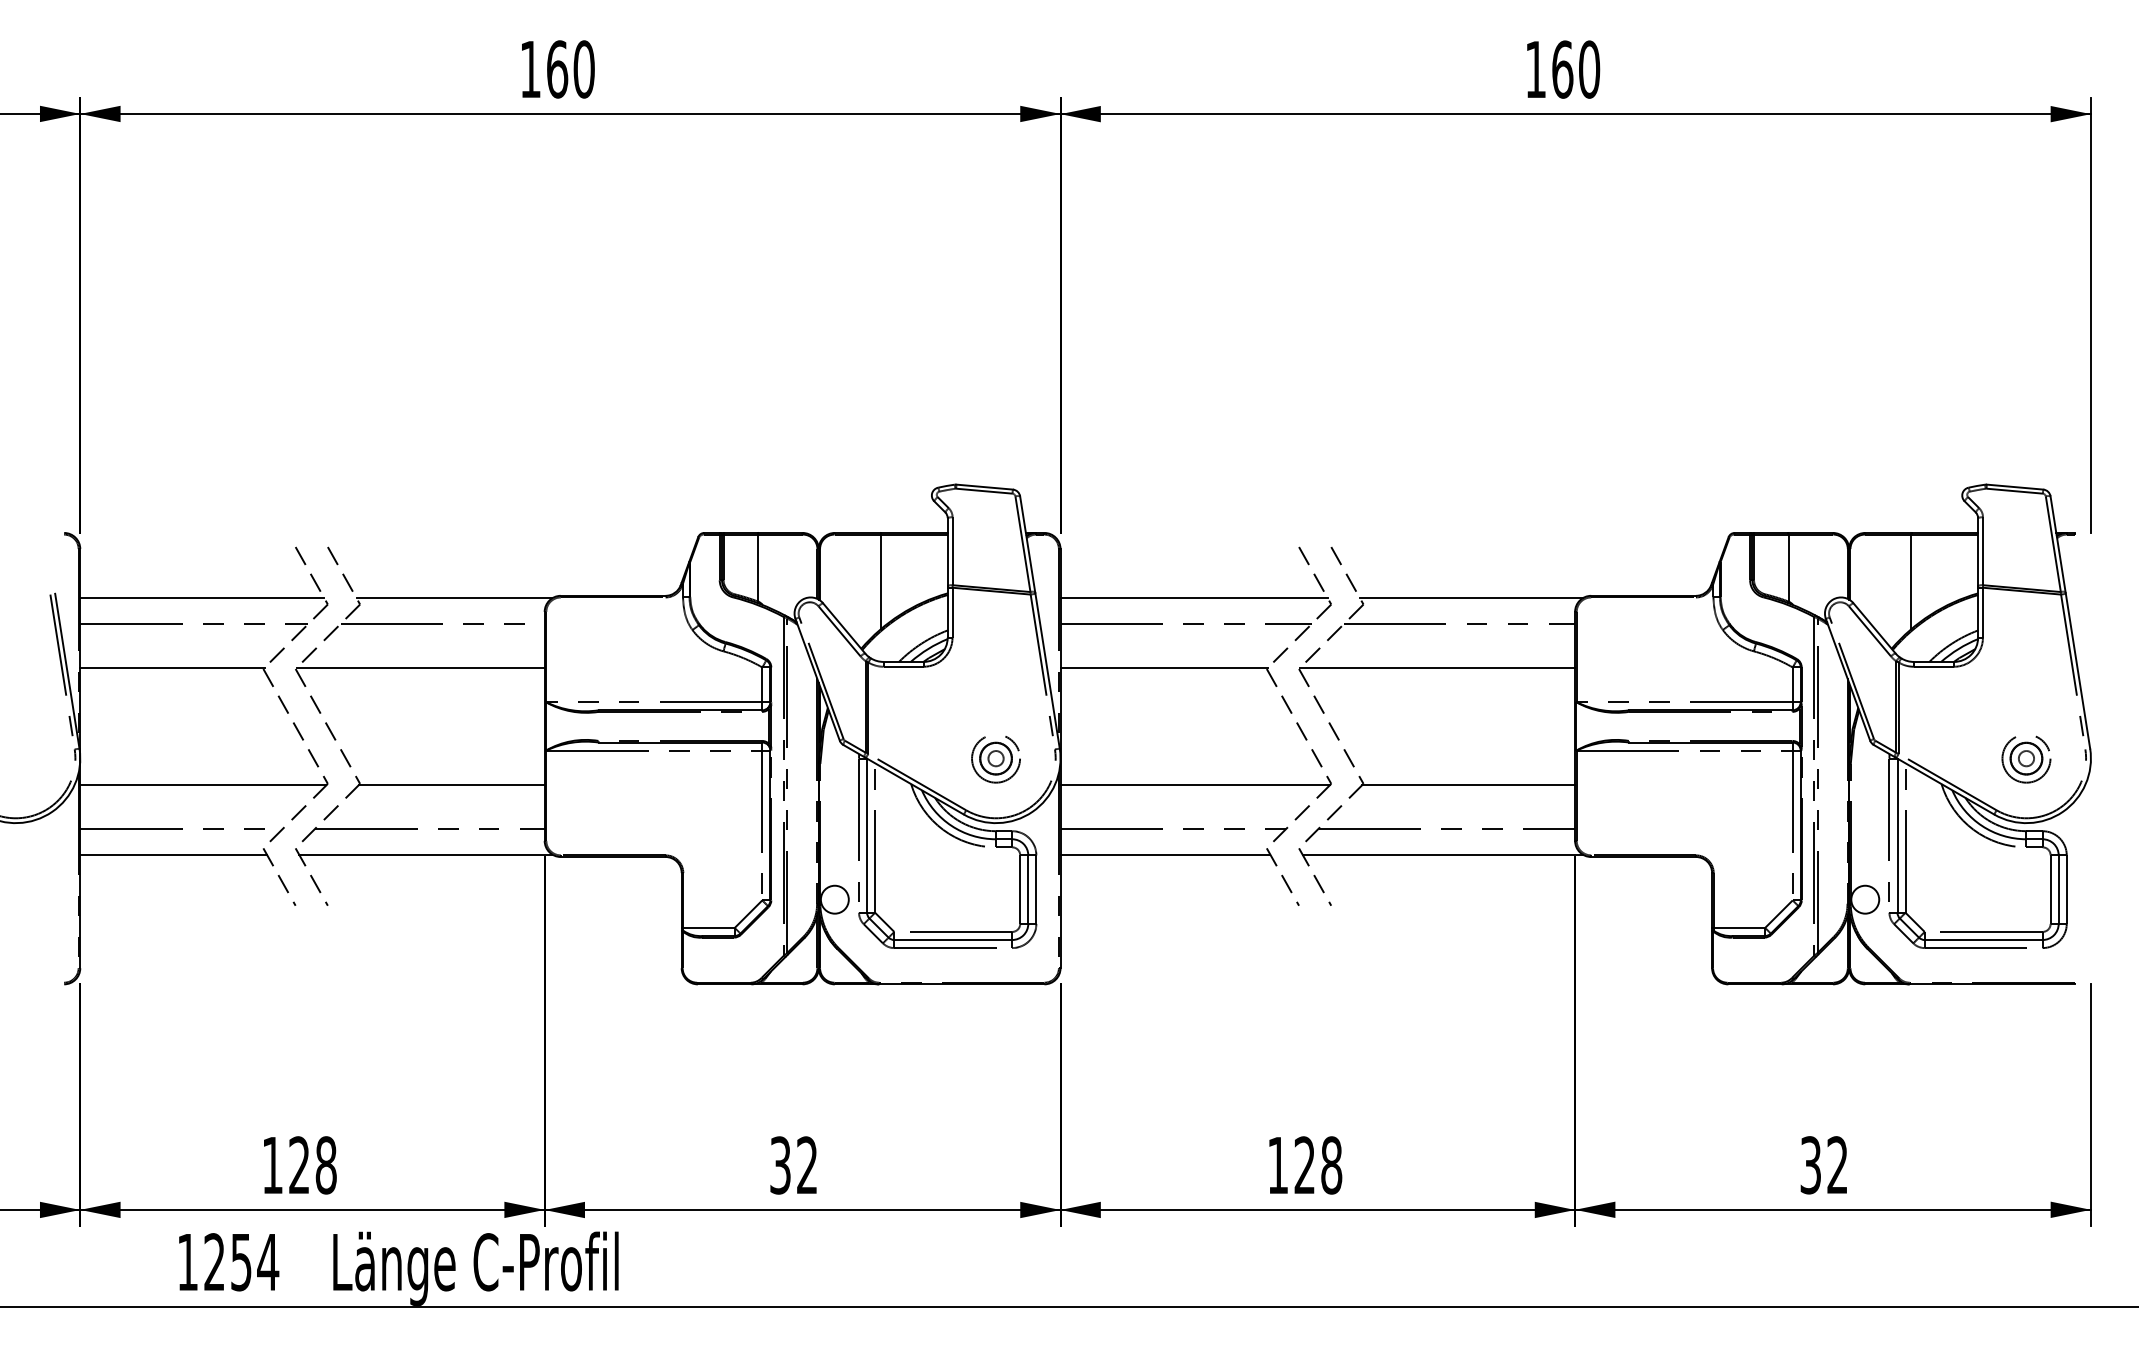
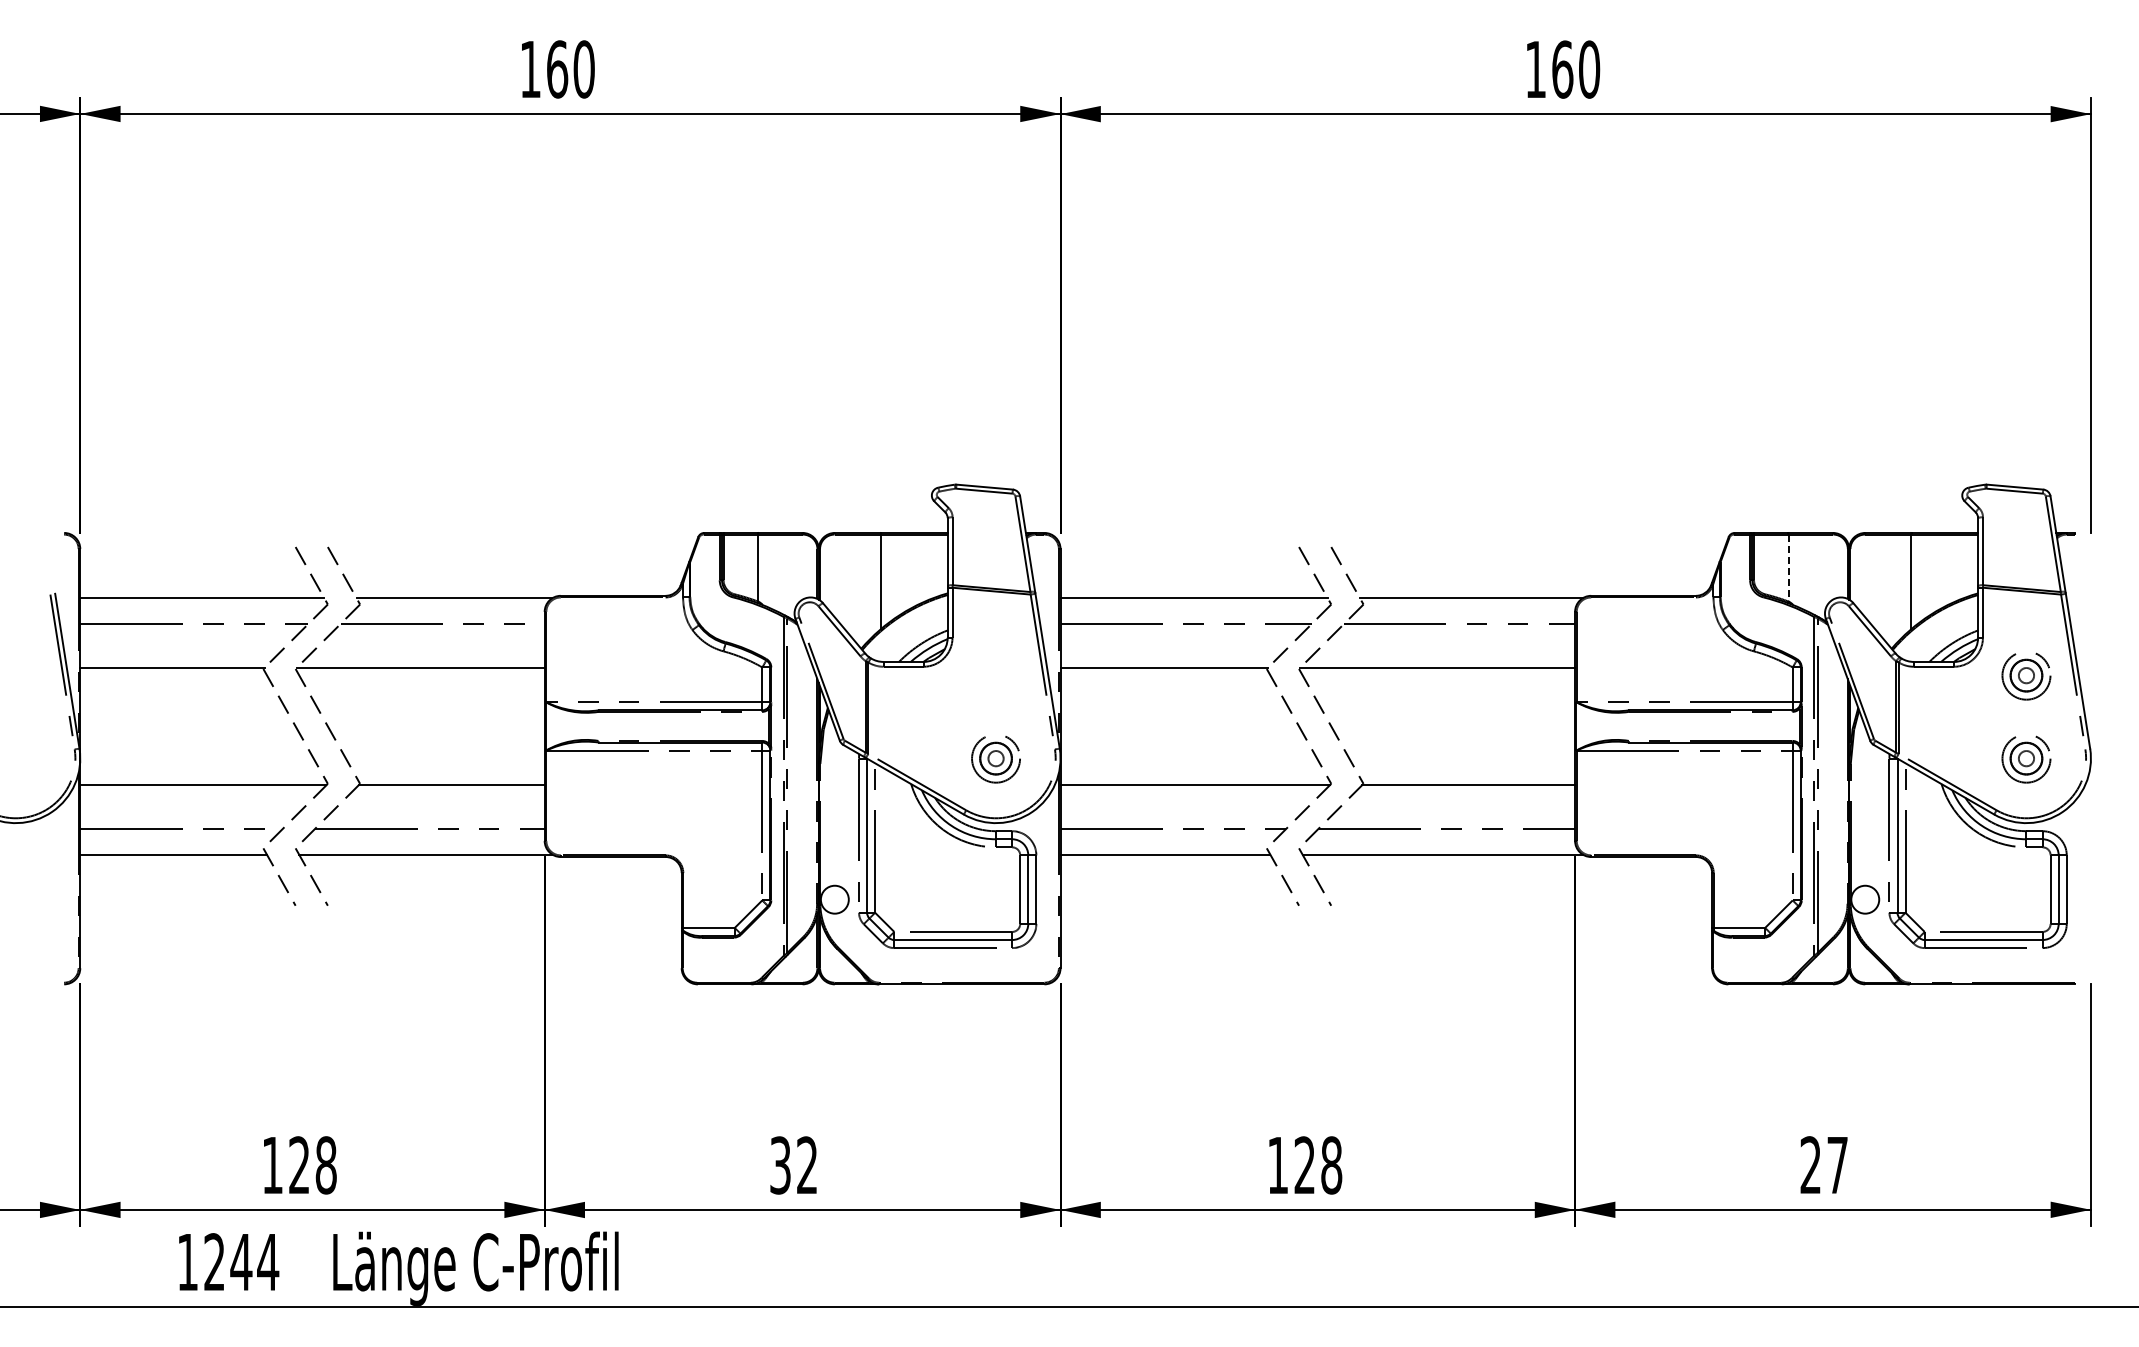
line at (1788, 568): solid -> dashed
part at (2026, 676): none -> present
text at (1823, 1165): 32 -> 27
text at (241, 1262): 1254 -> 1244
